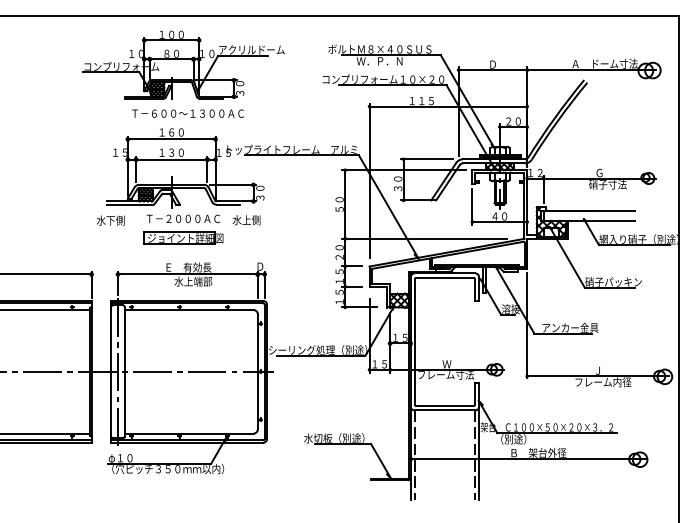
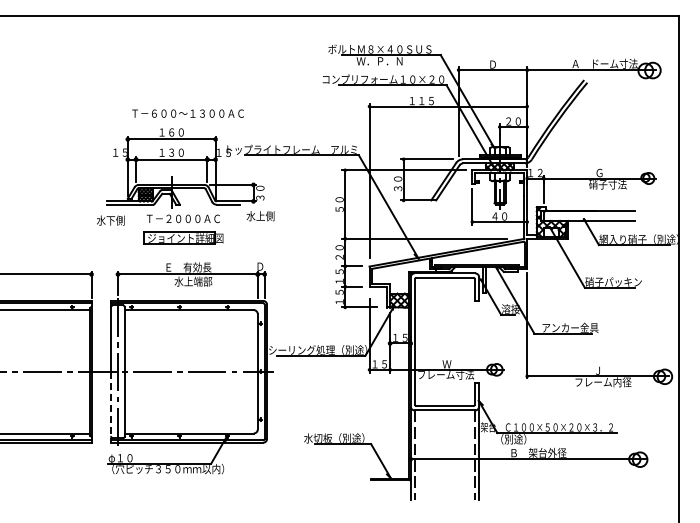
part at (183, 64): present -> none
text at (246, 220) position: (246, 220) -> (260, 216)
line at (111, 407): solid -> dashed
